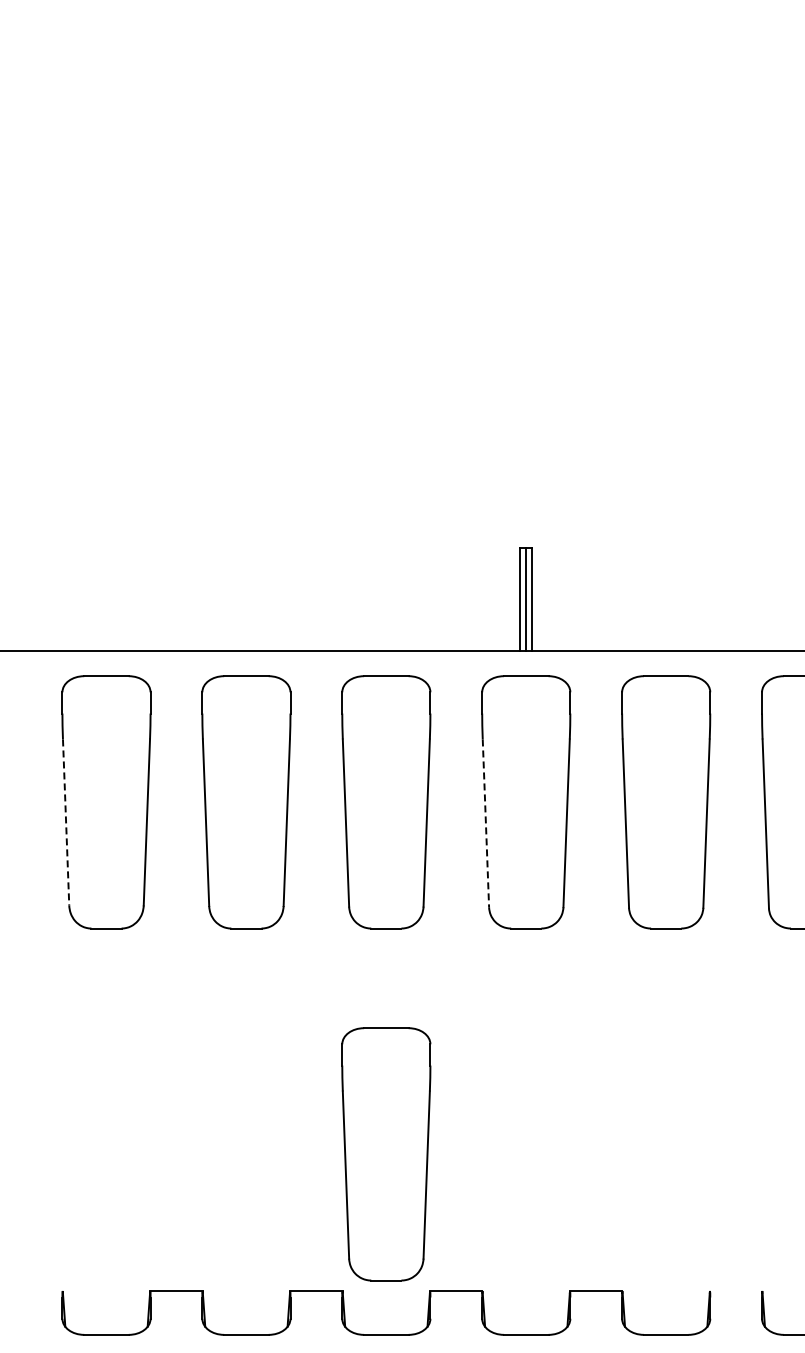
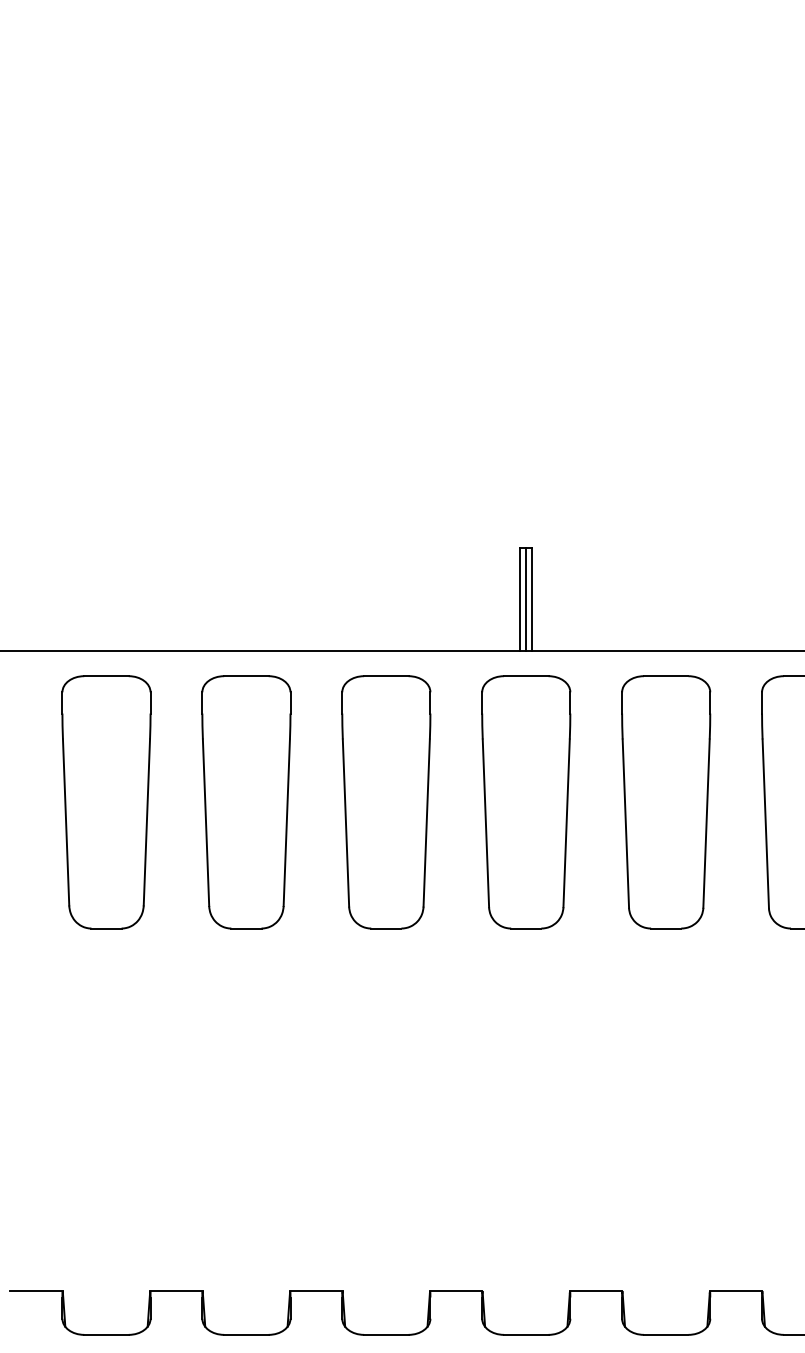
line at (66, 822): dashed -> solid
line at (485, 823): dashed -> solid
part at (386, 1154): present -> none
line at (36, 1291): none -> present
line at (736, 1291): none -> present
